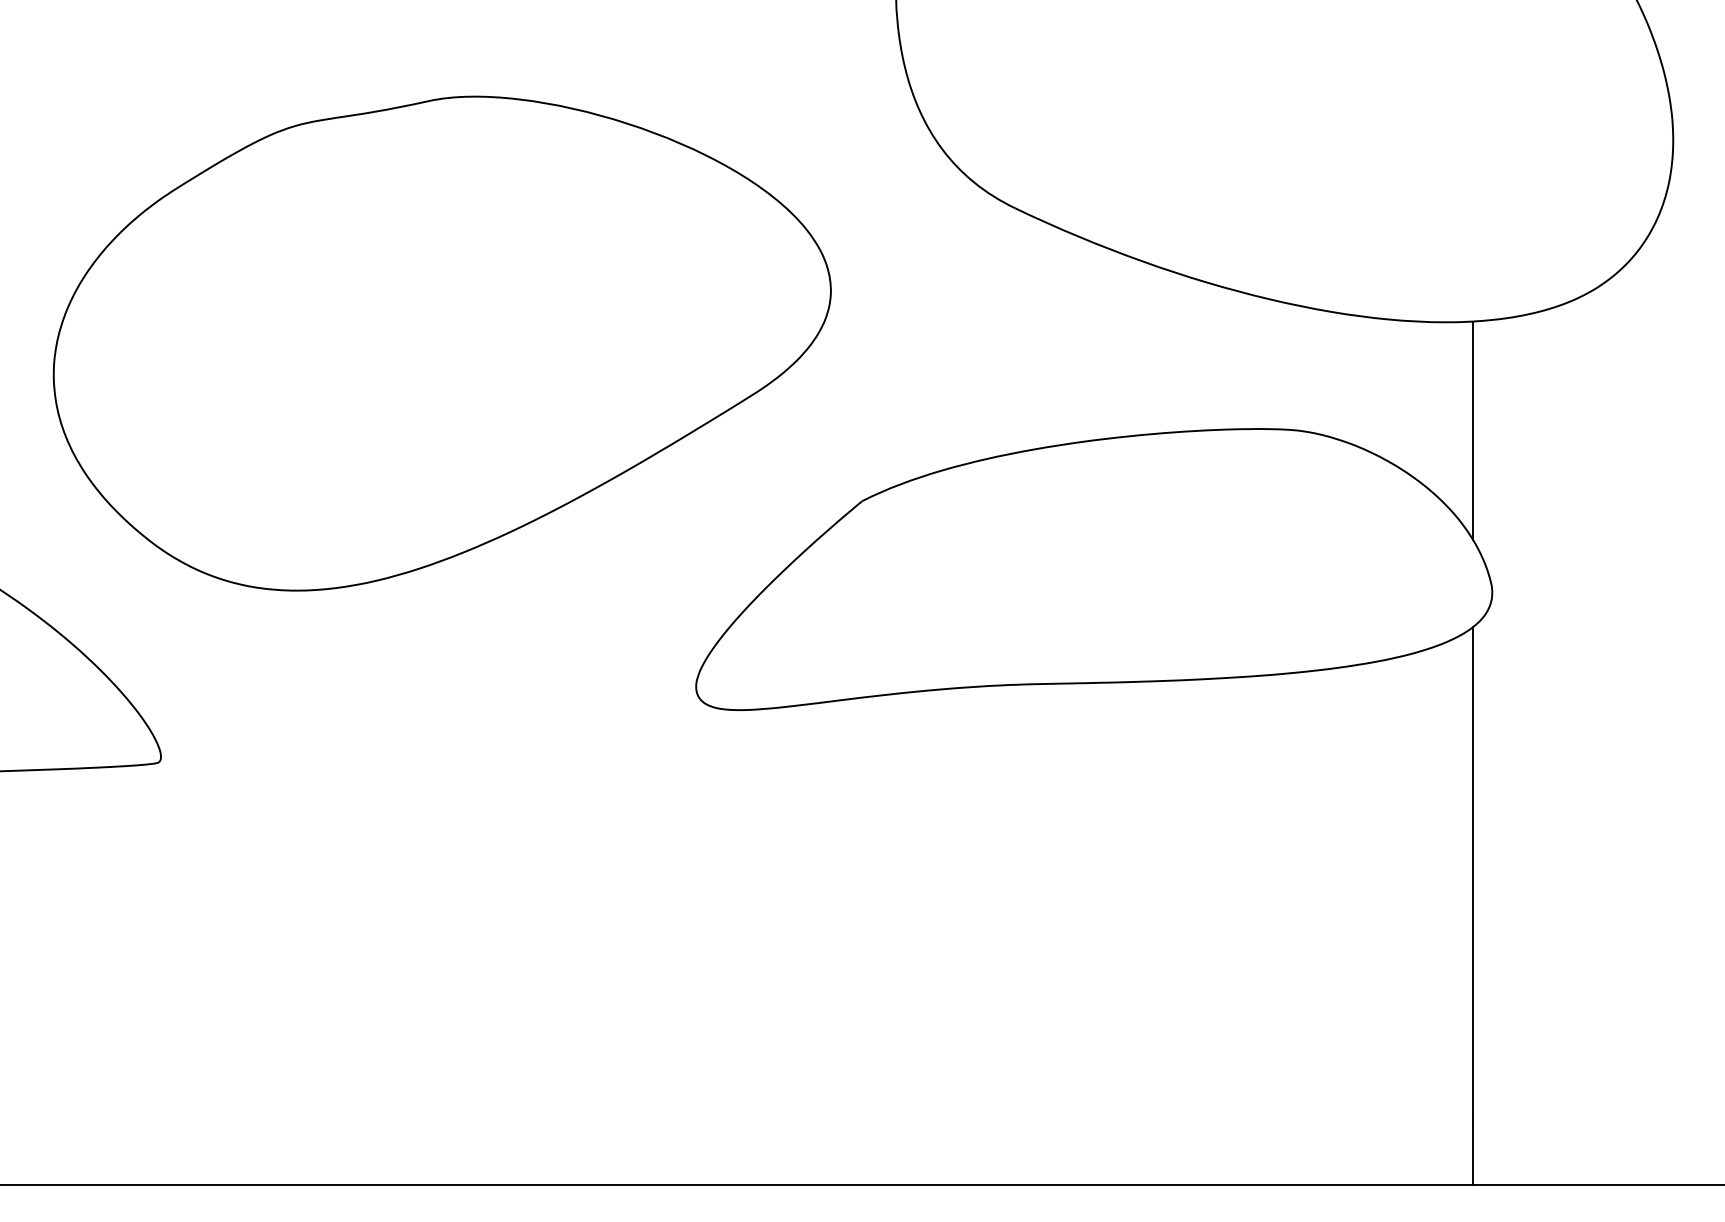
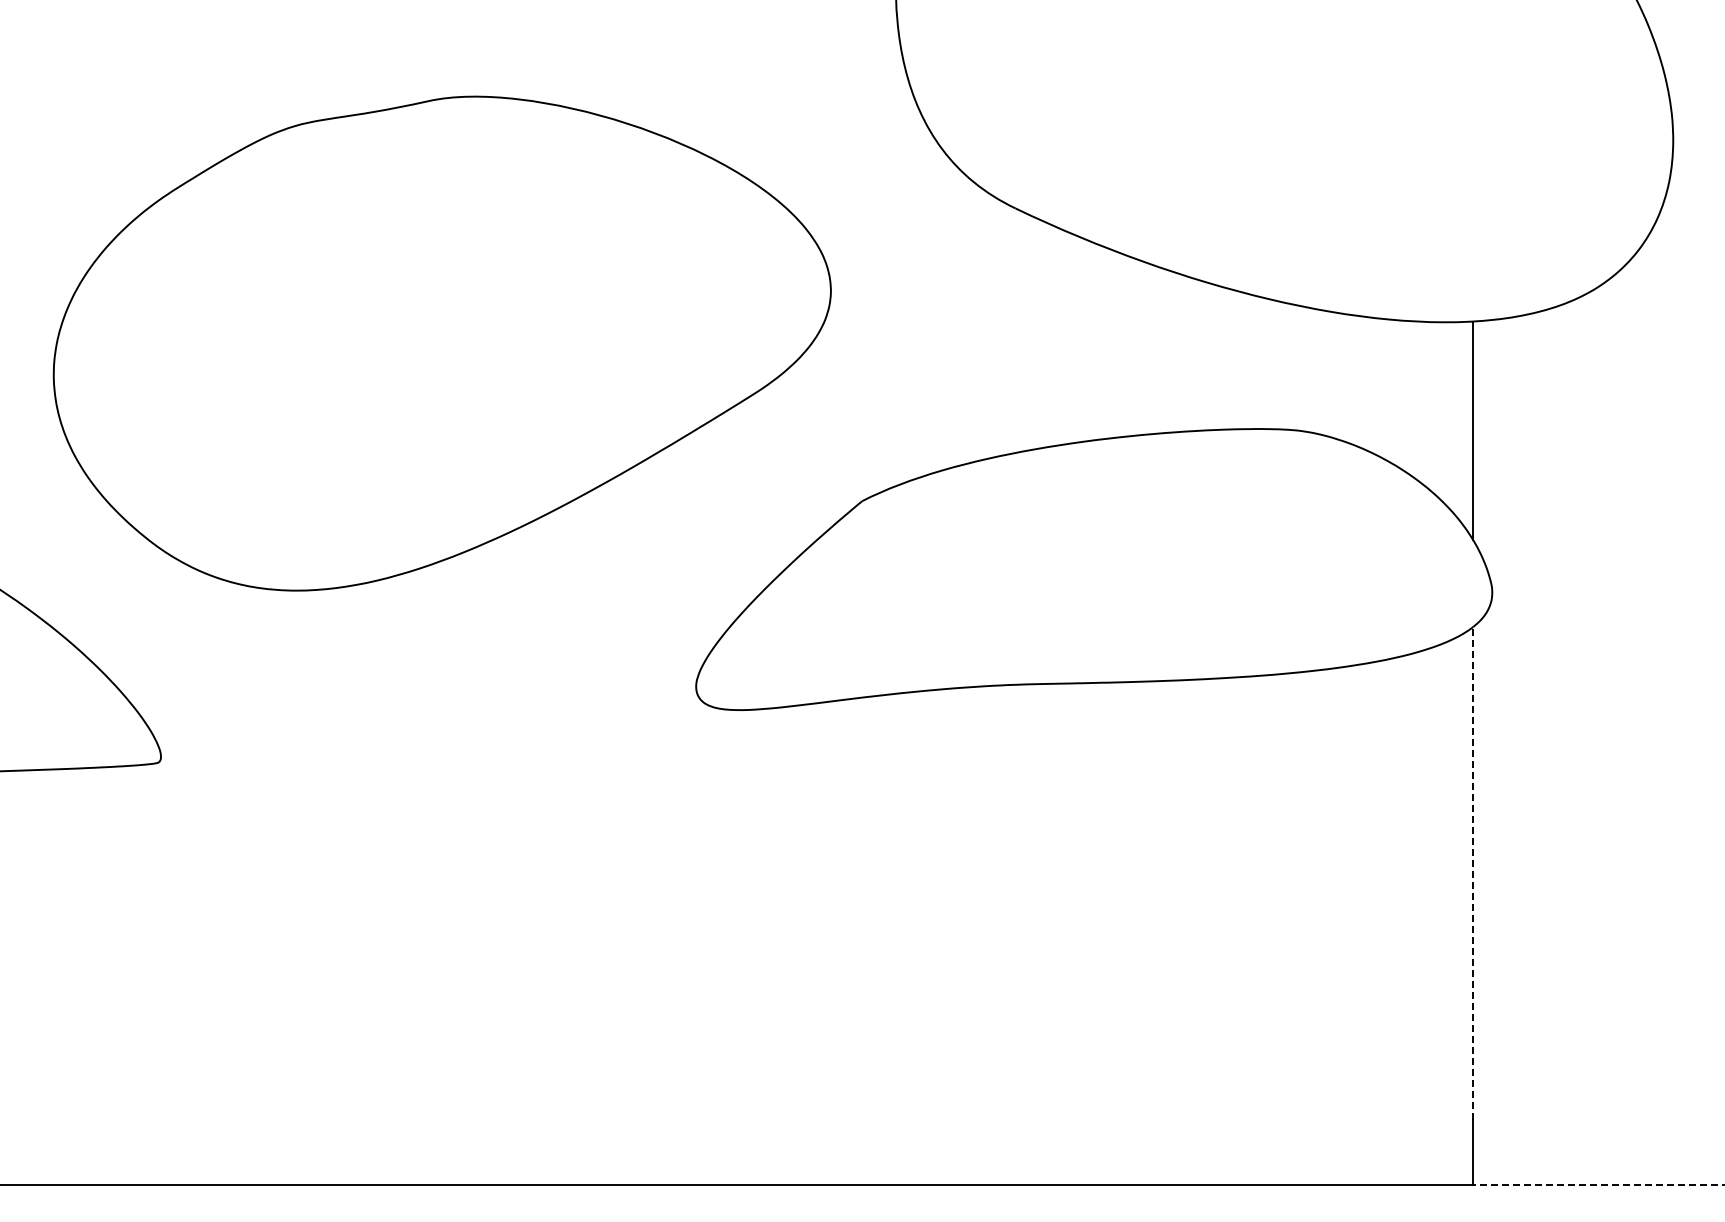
line at (1473, 873): solid -> dashed
line at (1598, 1185): solid -> dashed
